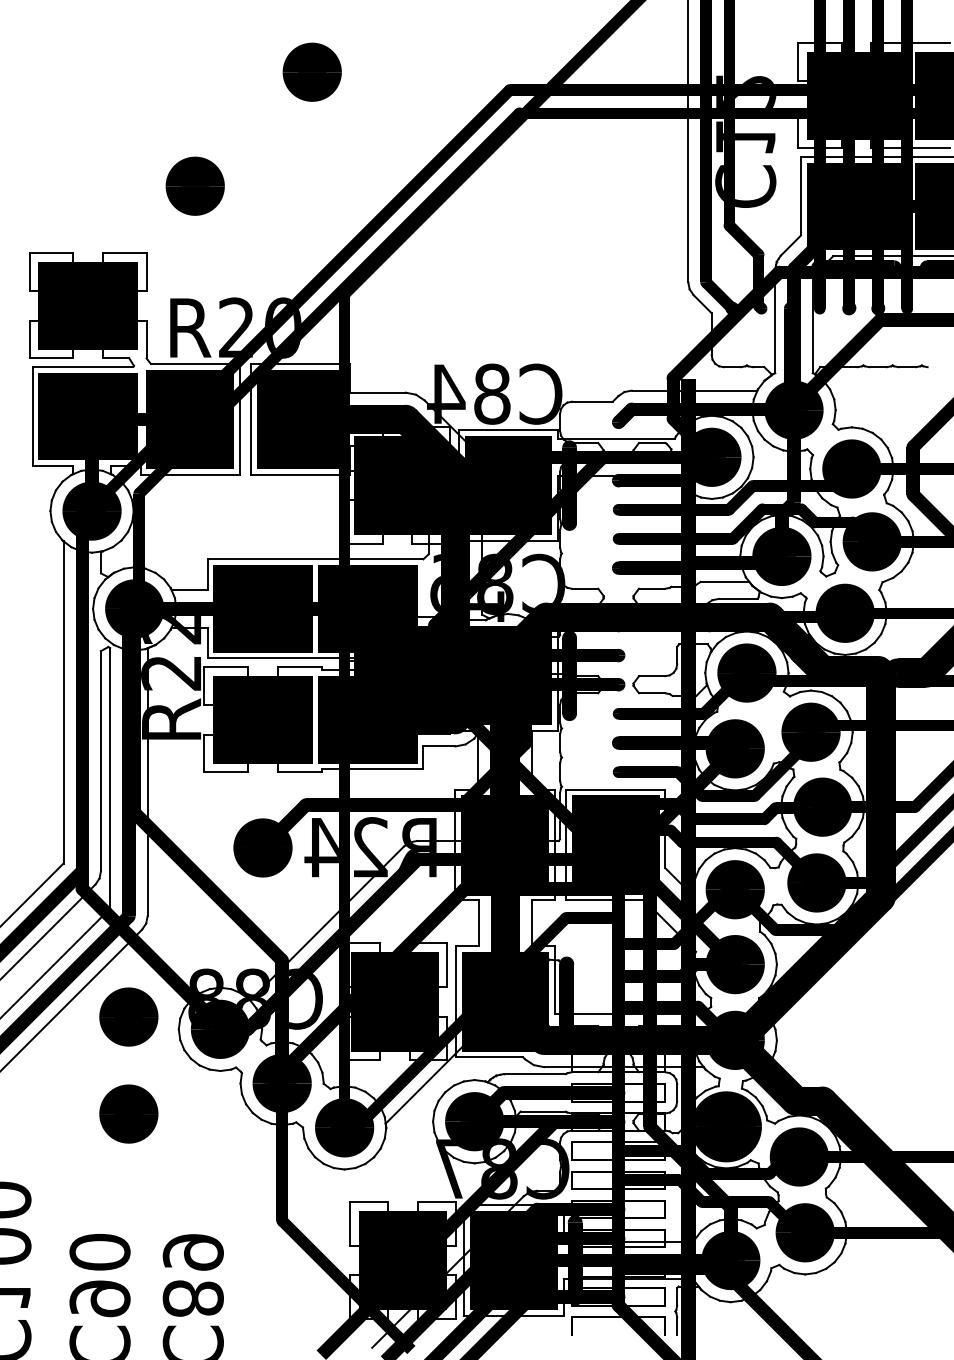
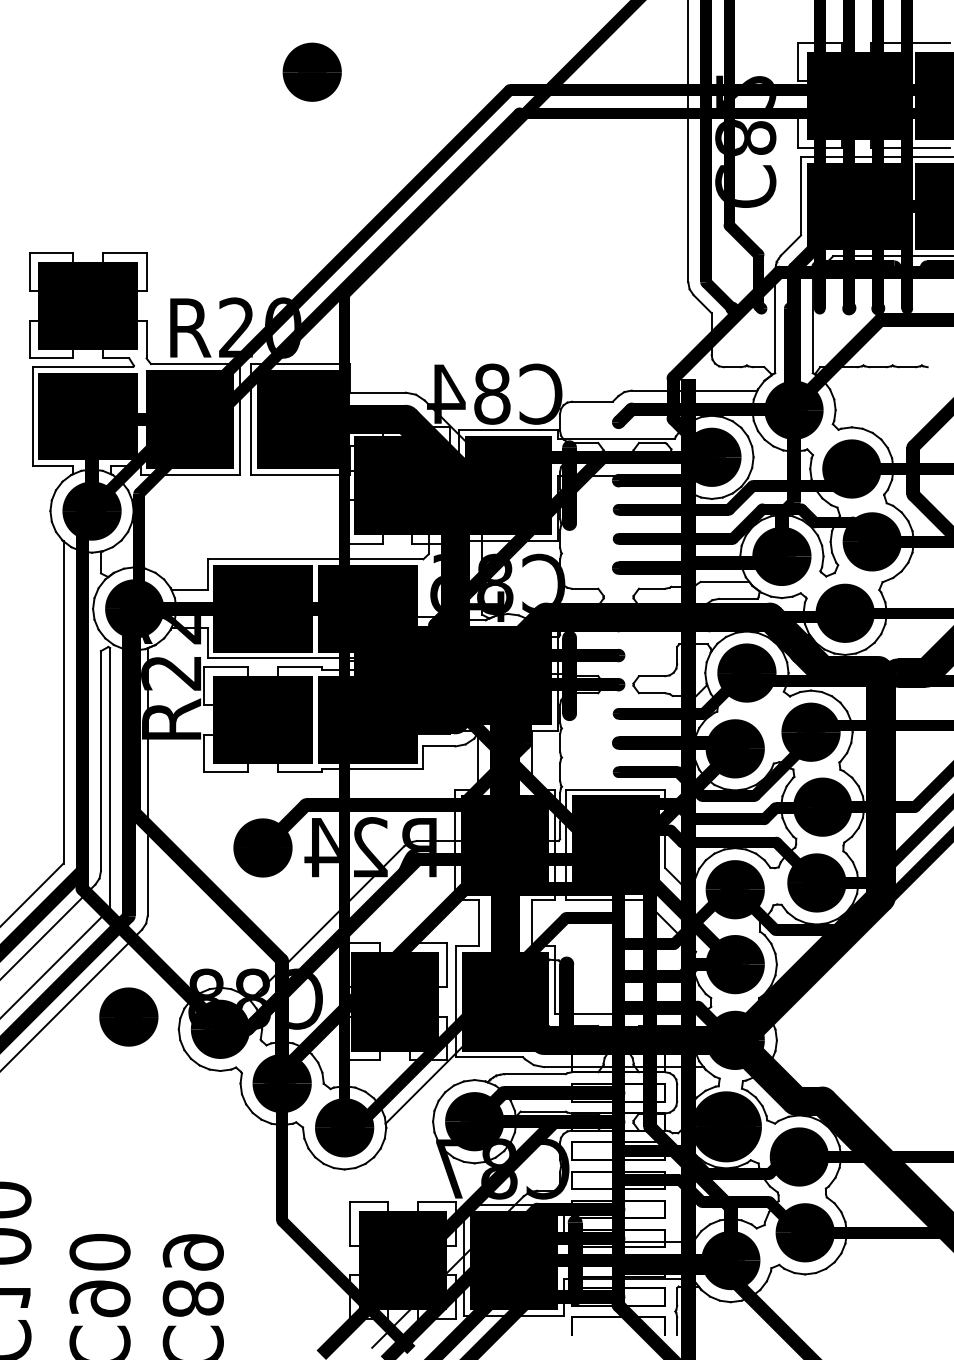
text at (745, 138): C12 -> C82
part at (194, 185): present -> none
part at (128, 1113): present -> none
